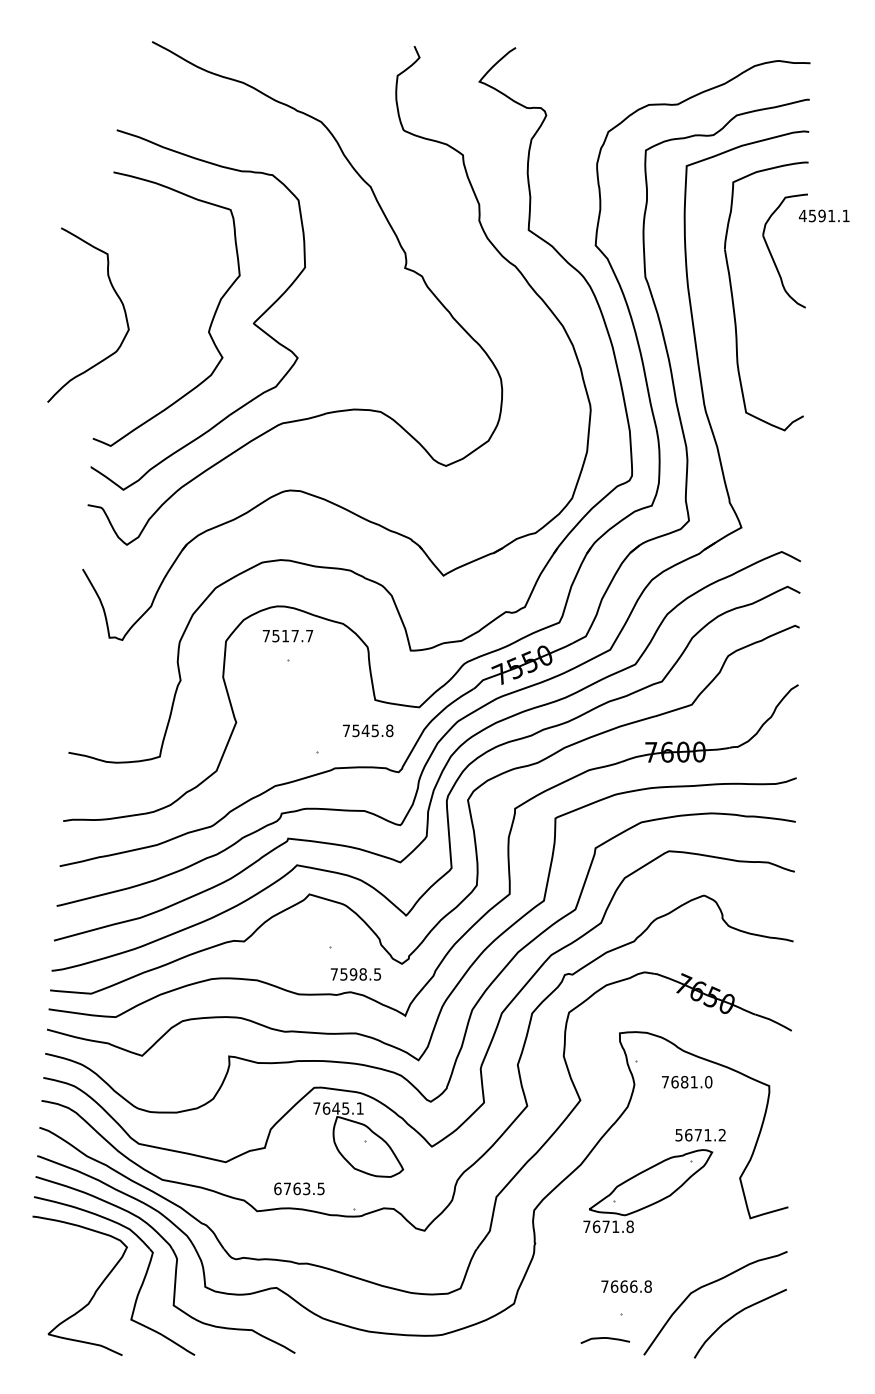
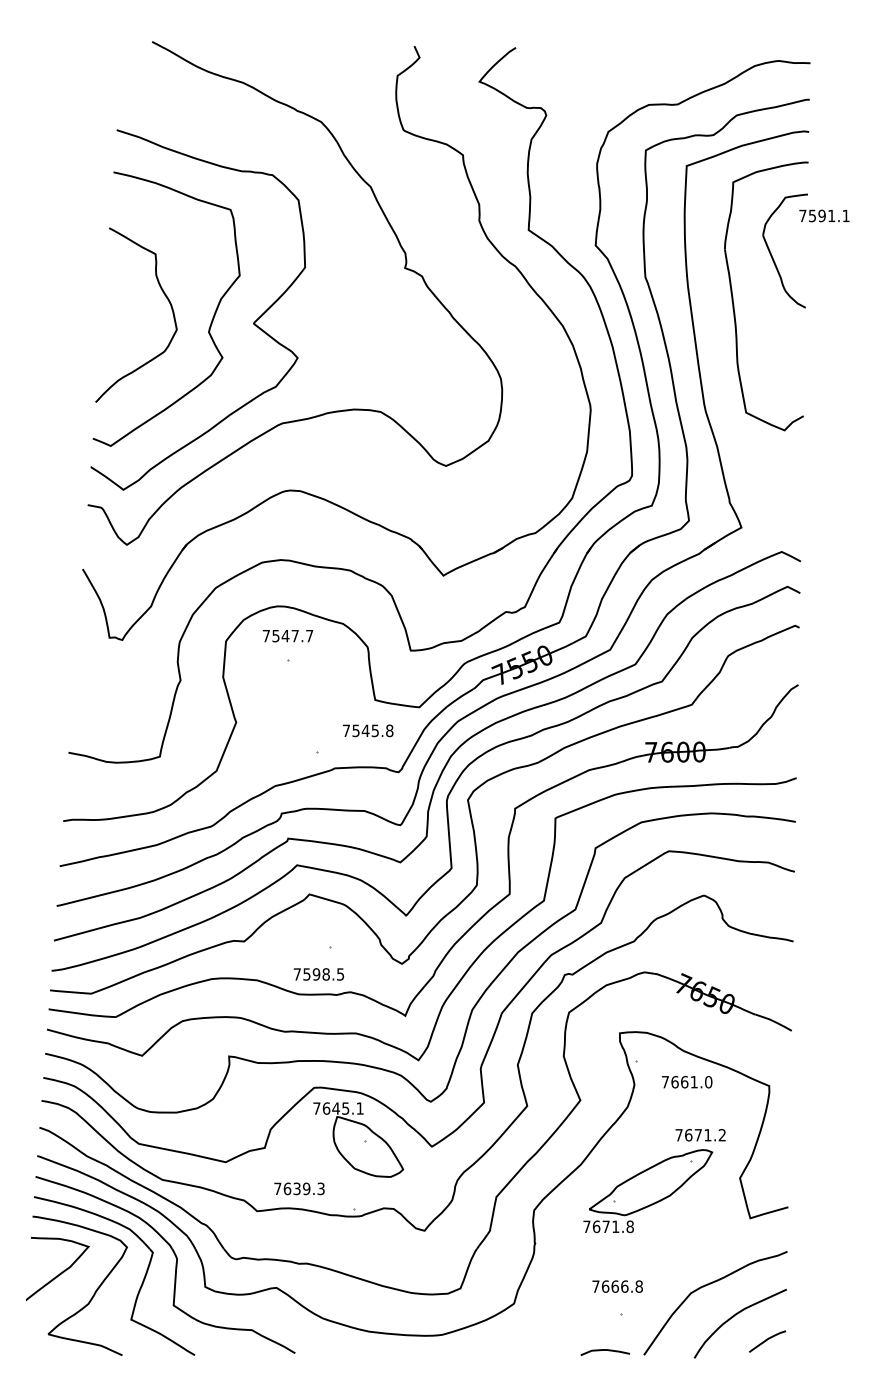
text at (802, 215): 4591.1 -> 7591.1
curve at (116, 295) position: (116, 295) -> (164, 295)
text at (285, 636): 7517.7 -> 7547.7
text at (355, 974) position: (355, 974) -> (318, 974)
text at (684, 1082): 7681.0 -> 7661.0
text at (678, 1135): 5671.2 -> 7671.2
text at (299, 1188): 6763.5 -> 7639.3
part at (57, 1269): none -> present
text at (626, 1286) position: (626, 1286) -> (617, 1286)
curve at (605, 1338) position: (605, 1338) -> (605, 1350)
curve at (767, 1340): none -> present
